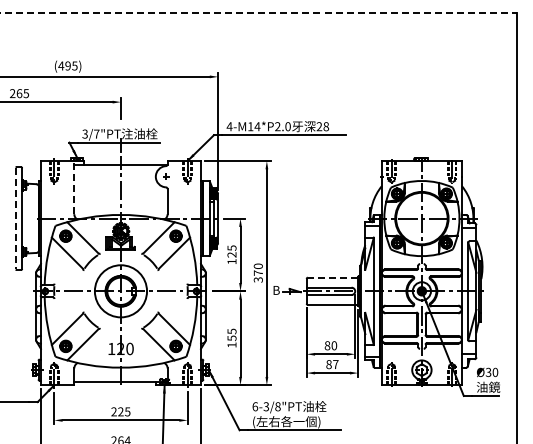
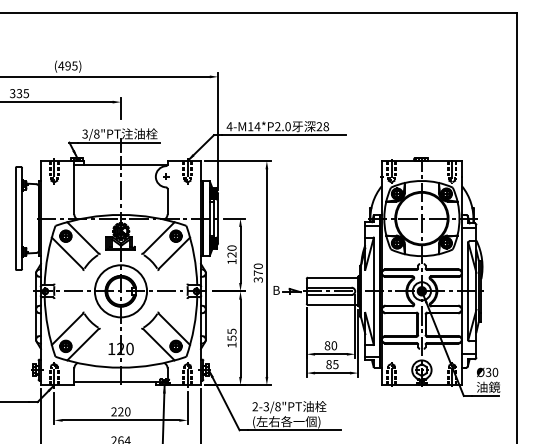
line at (259, 13): dashed -> solid
text at (16, 93): 265 -> 335
text at (96, 133): 3/7"PT -> 3/8"PT
line at (74, 187): dashed -> solid
line at (16, 218): dashed -> solid
text at (231, 247): 125 -> 120
line at (332, 277): dashed -> solid
text at (335, 364): 87 -> 85
text at (255, 406): 6-3/8"PT -> 2-3/8"PT
text at (127, 411): 225 -> 220
